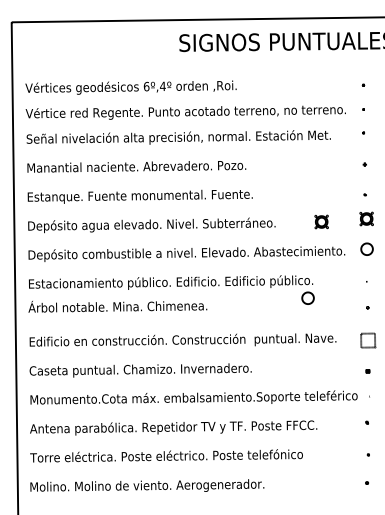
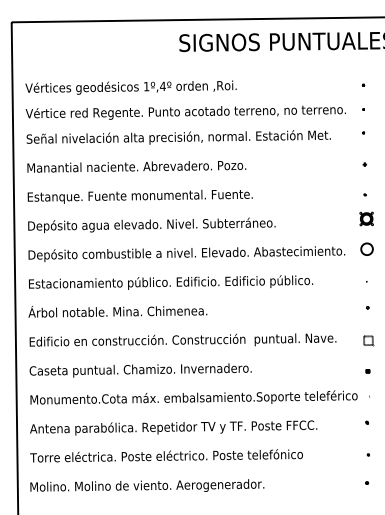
text at (146, 86): 6º,4º -> 1º,4º
part at (321, 221): present -> none
part at (307, 297): present -> none
text at (117, 306) position: (117, 306) -> (117, 311)
part at (368, 340) size: 17x17 px -> 12x12 px
